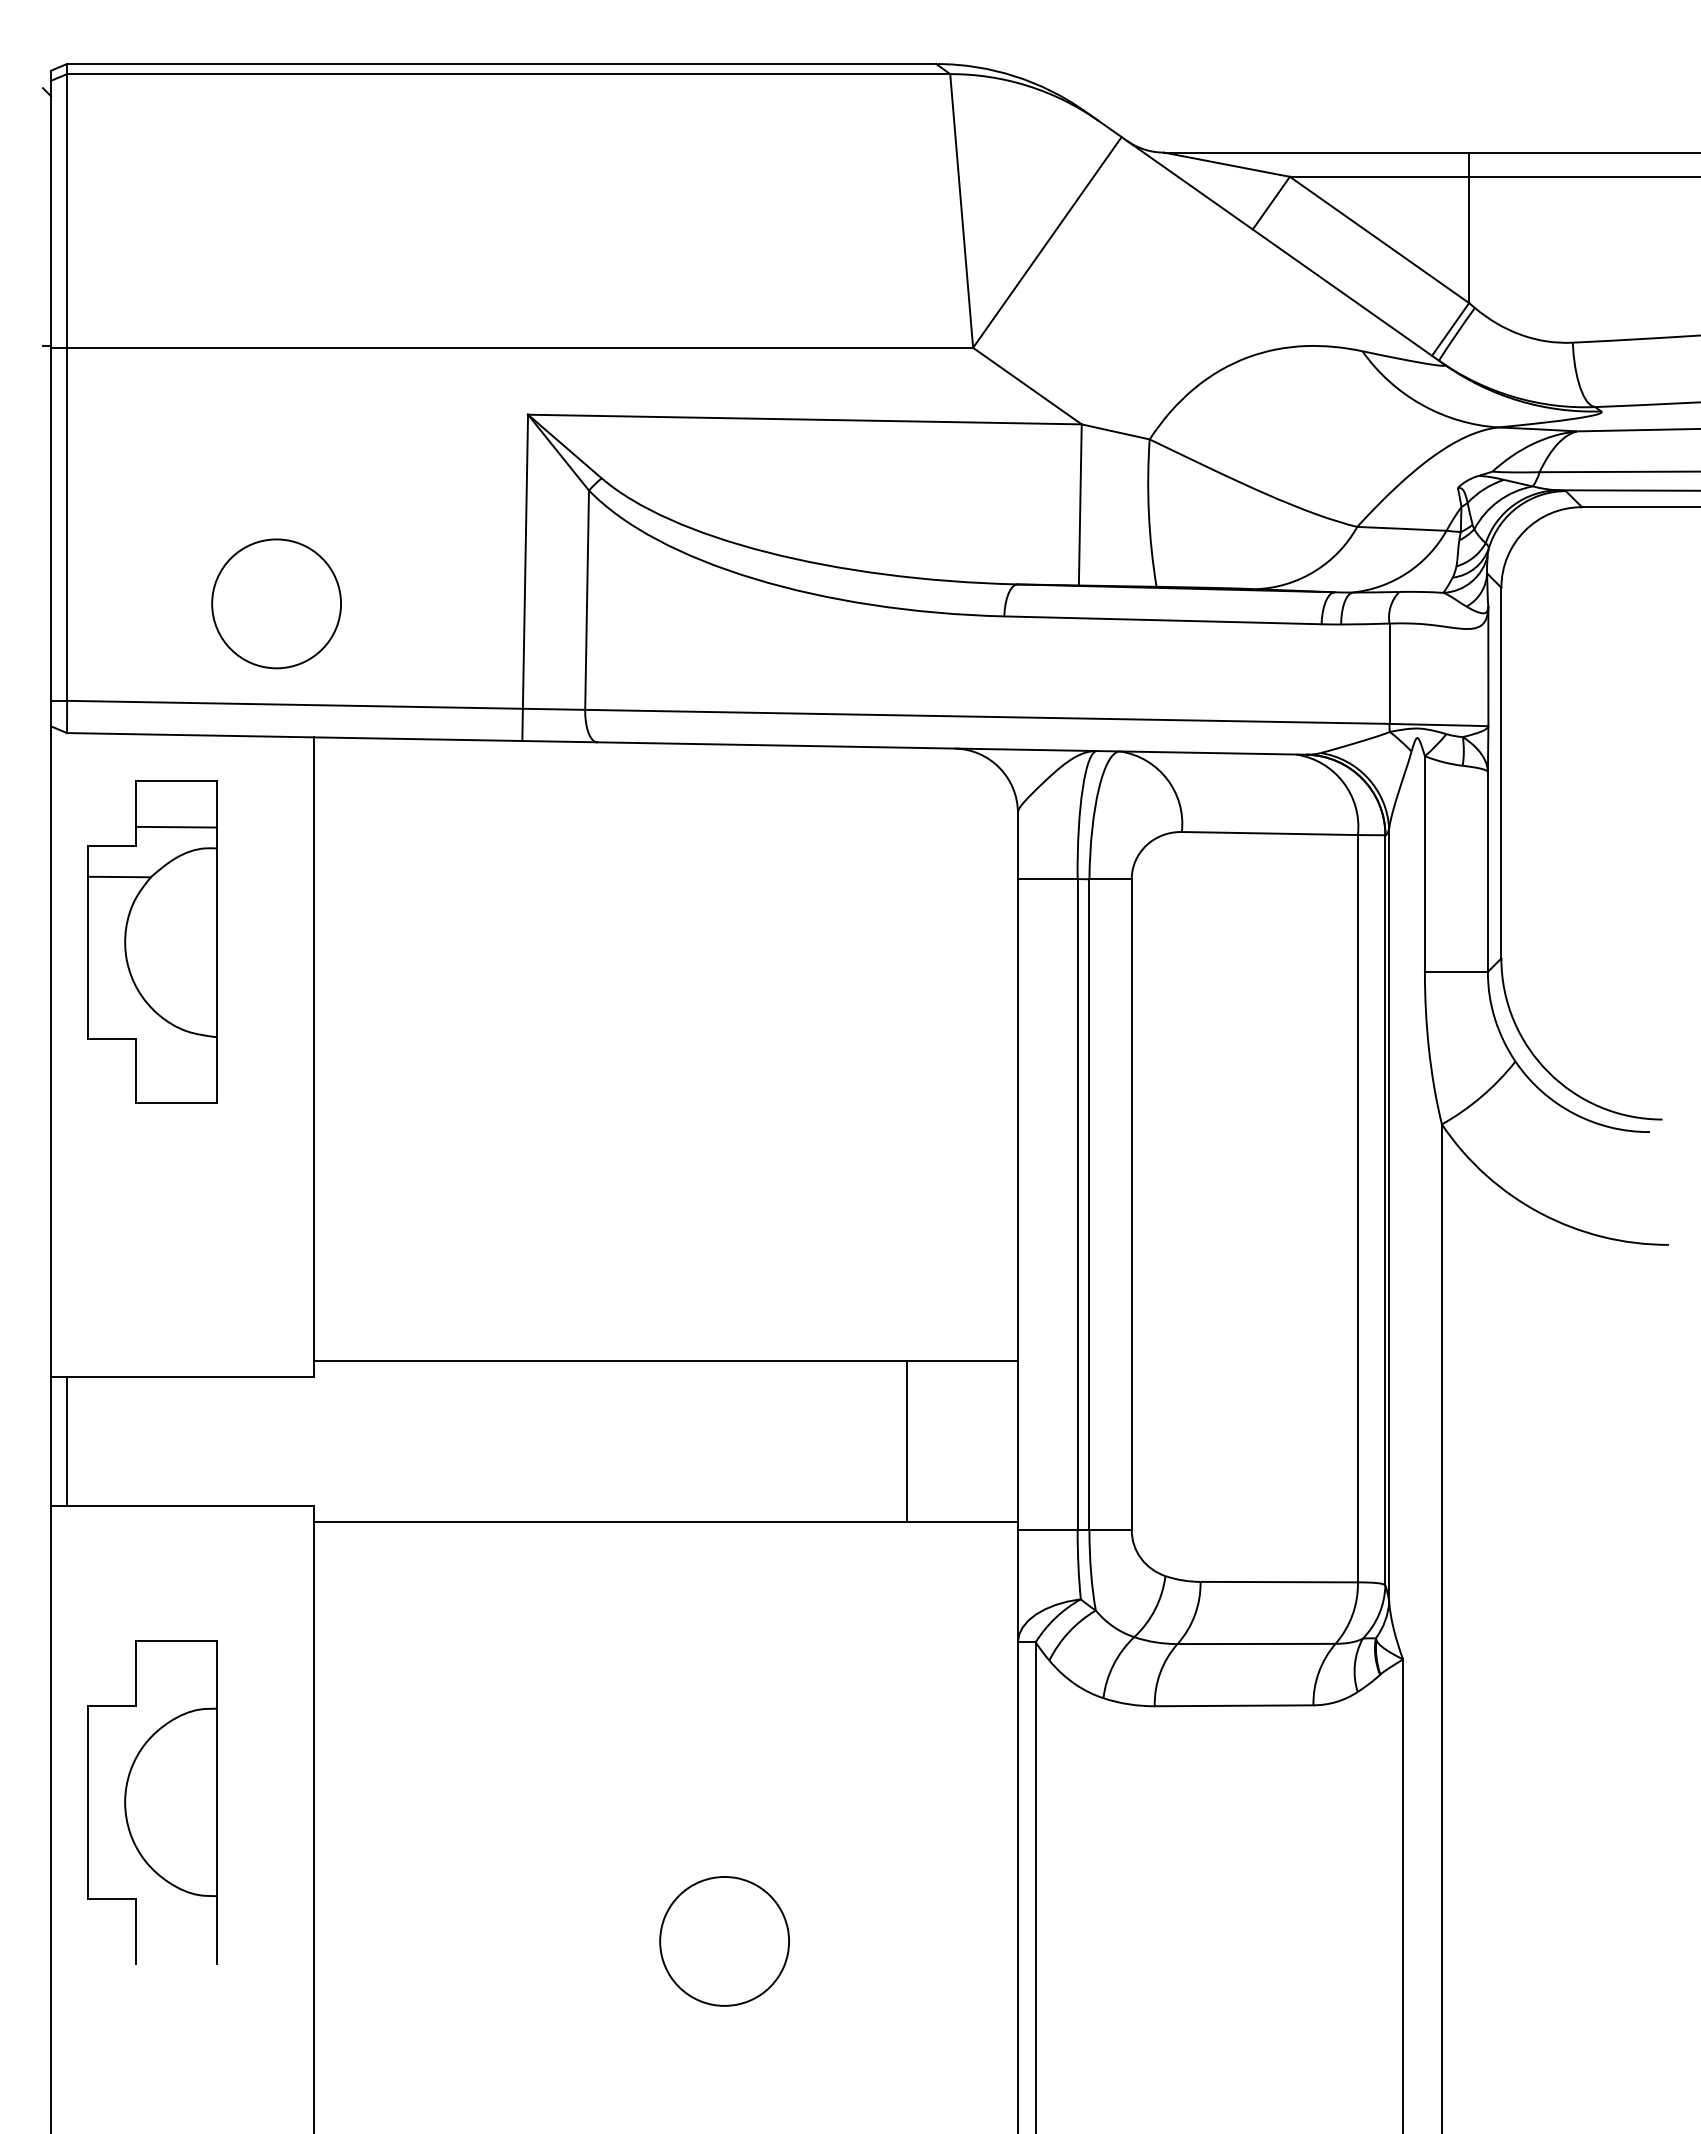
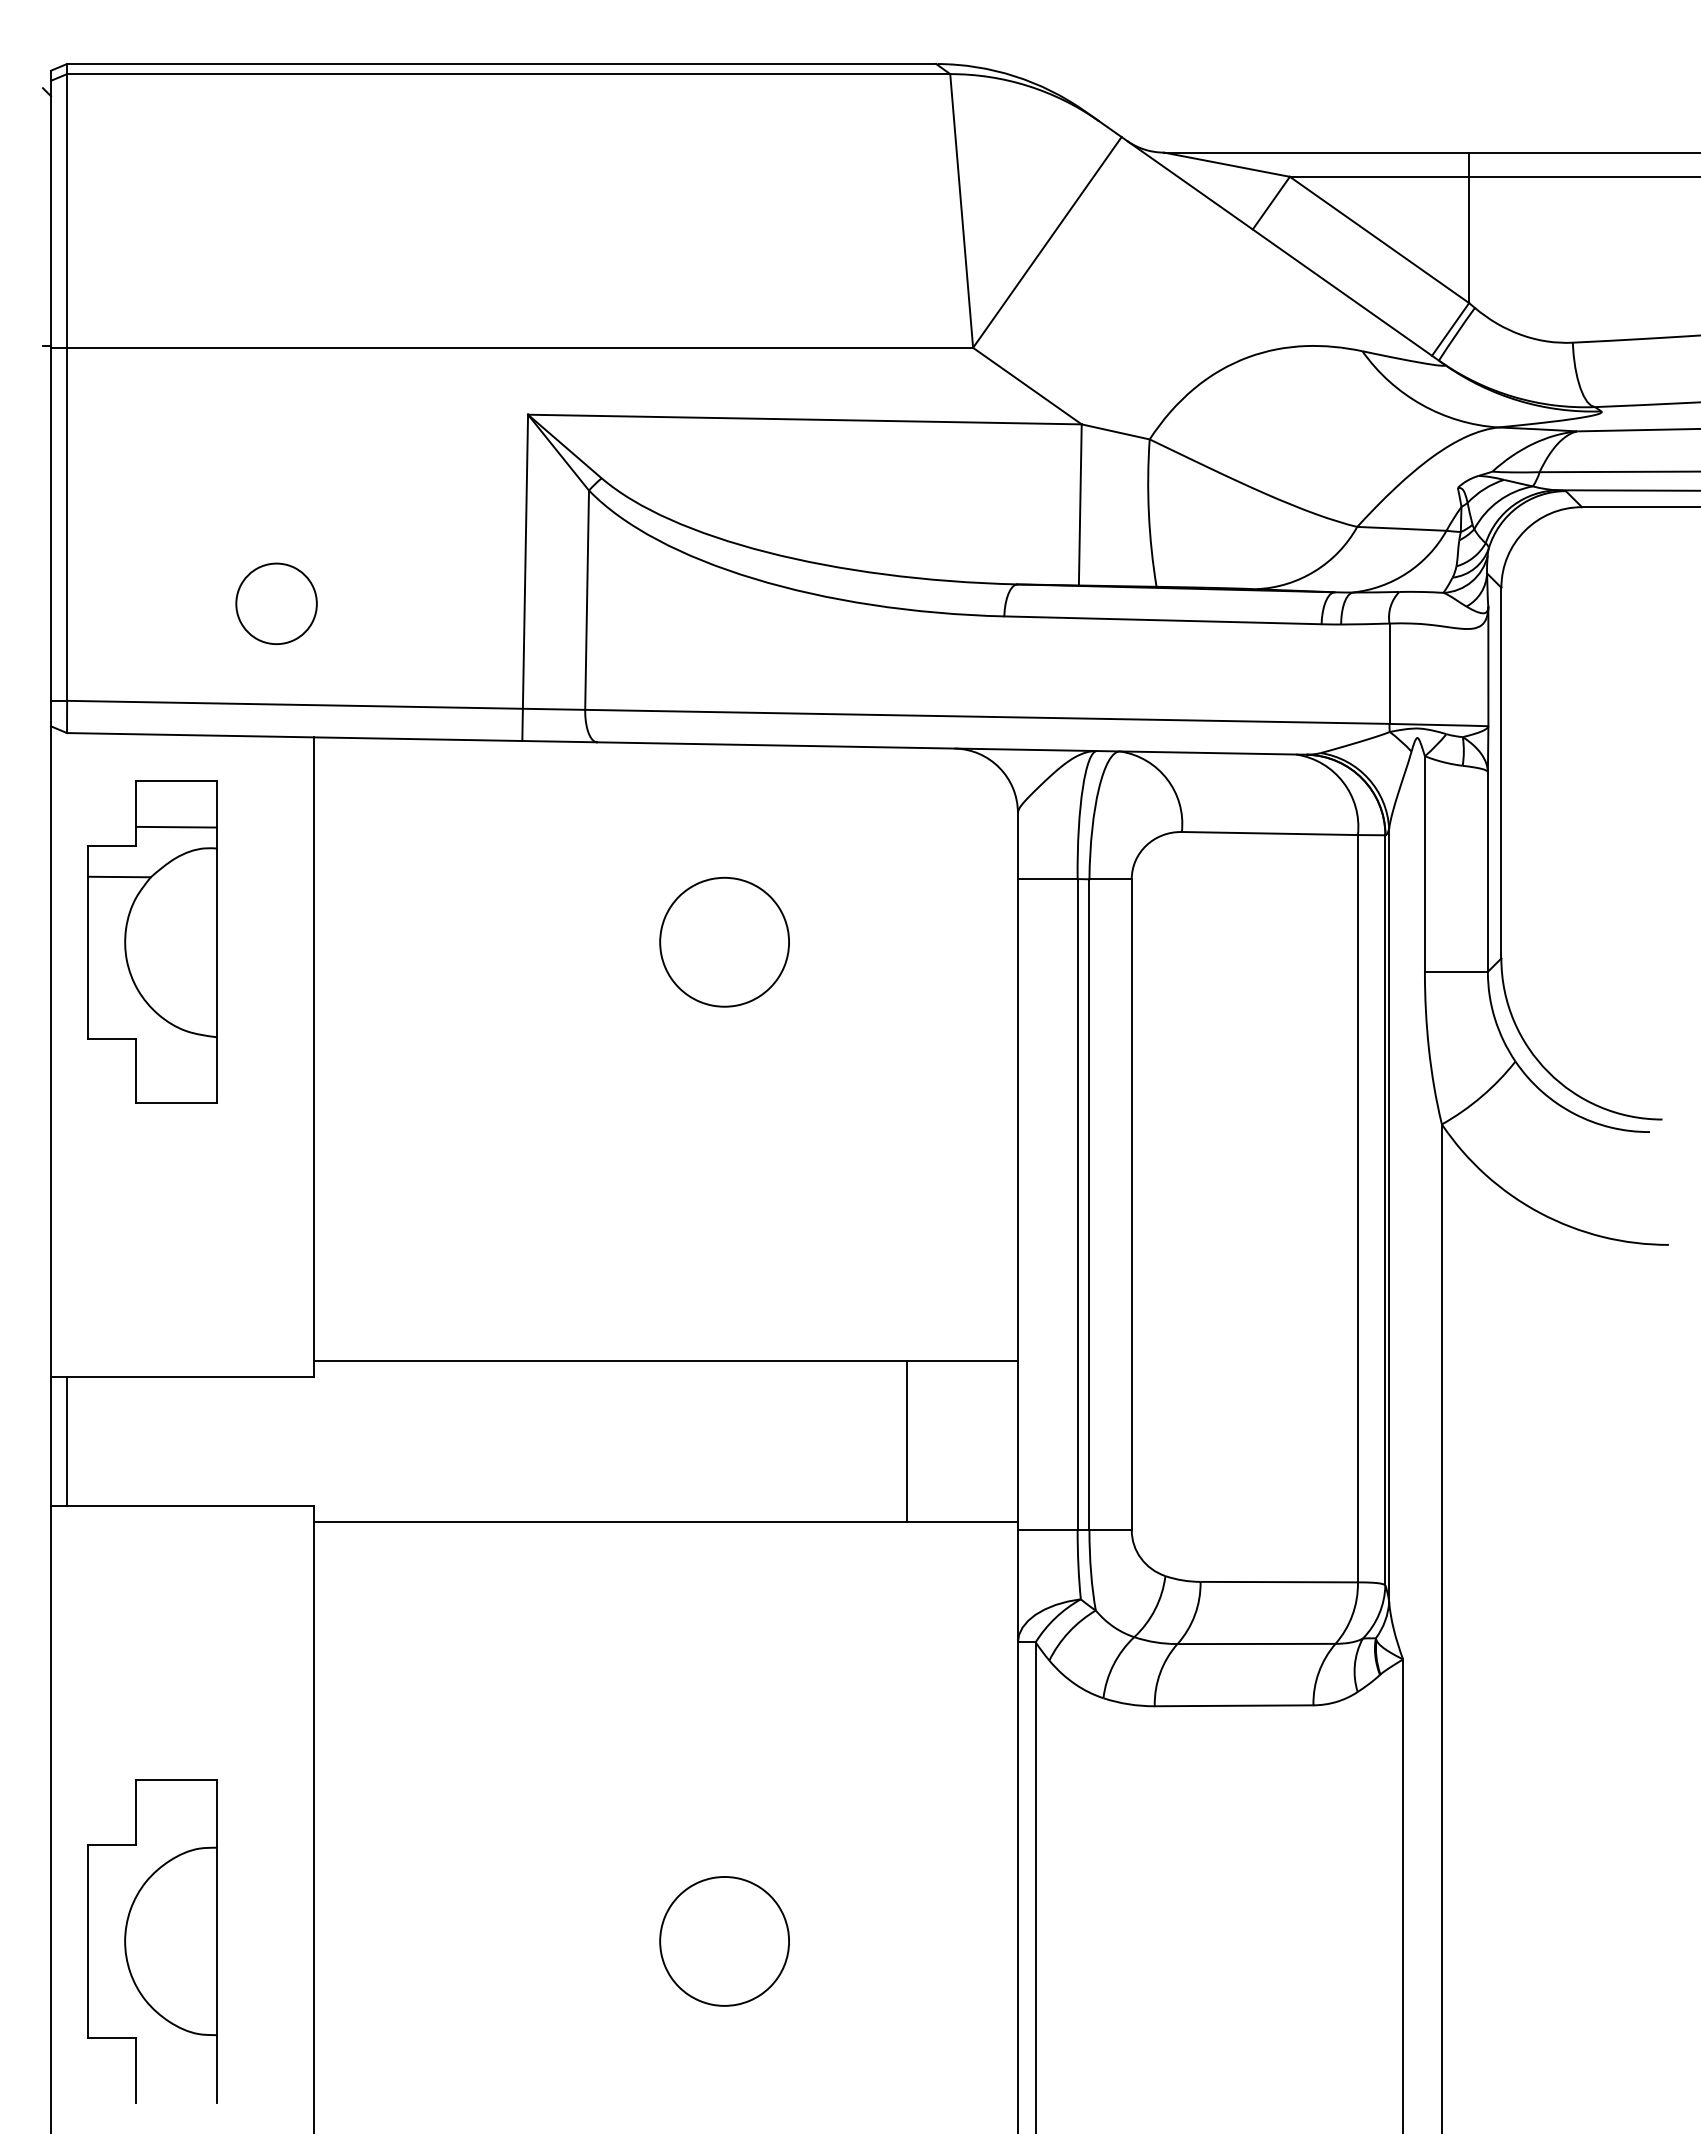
circle at (276, 603) diameter: 129 px -> 81 px
part at (724, 941): none -> present
part at (152, 1802) position: (152, 1802) -> (152, 1941)
